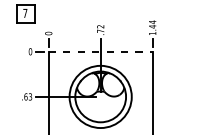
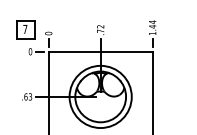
part at (25, 13) position: (25, 13) -> (25, 29)
line at (100, 51): dashed -> solid
